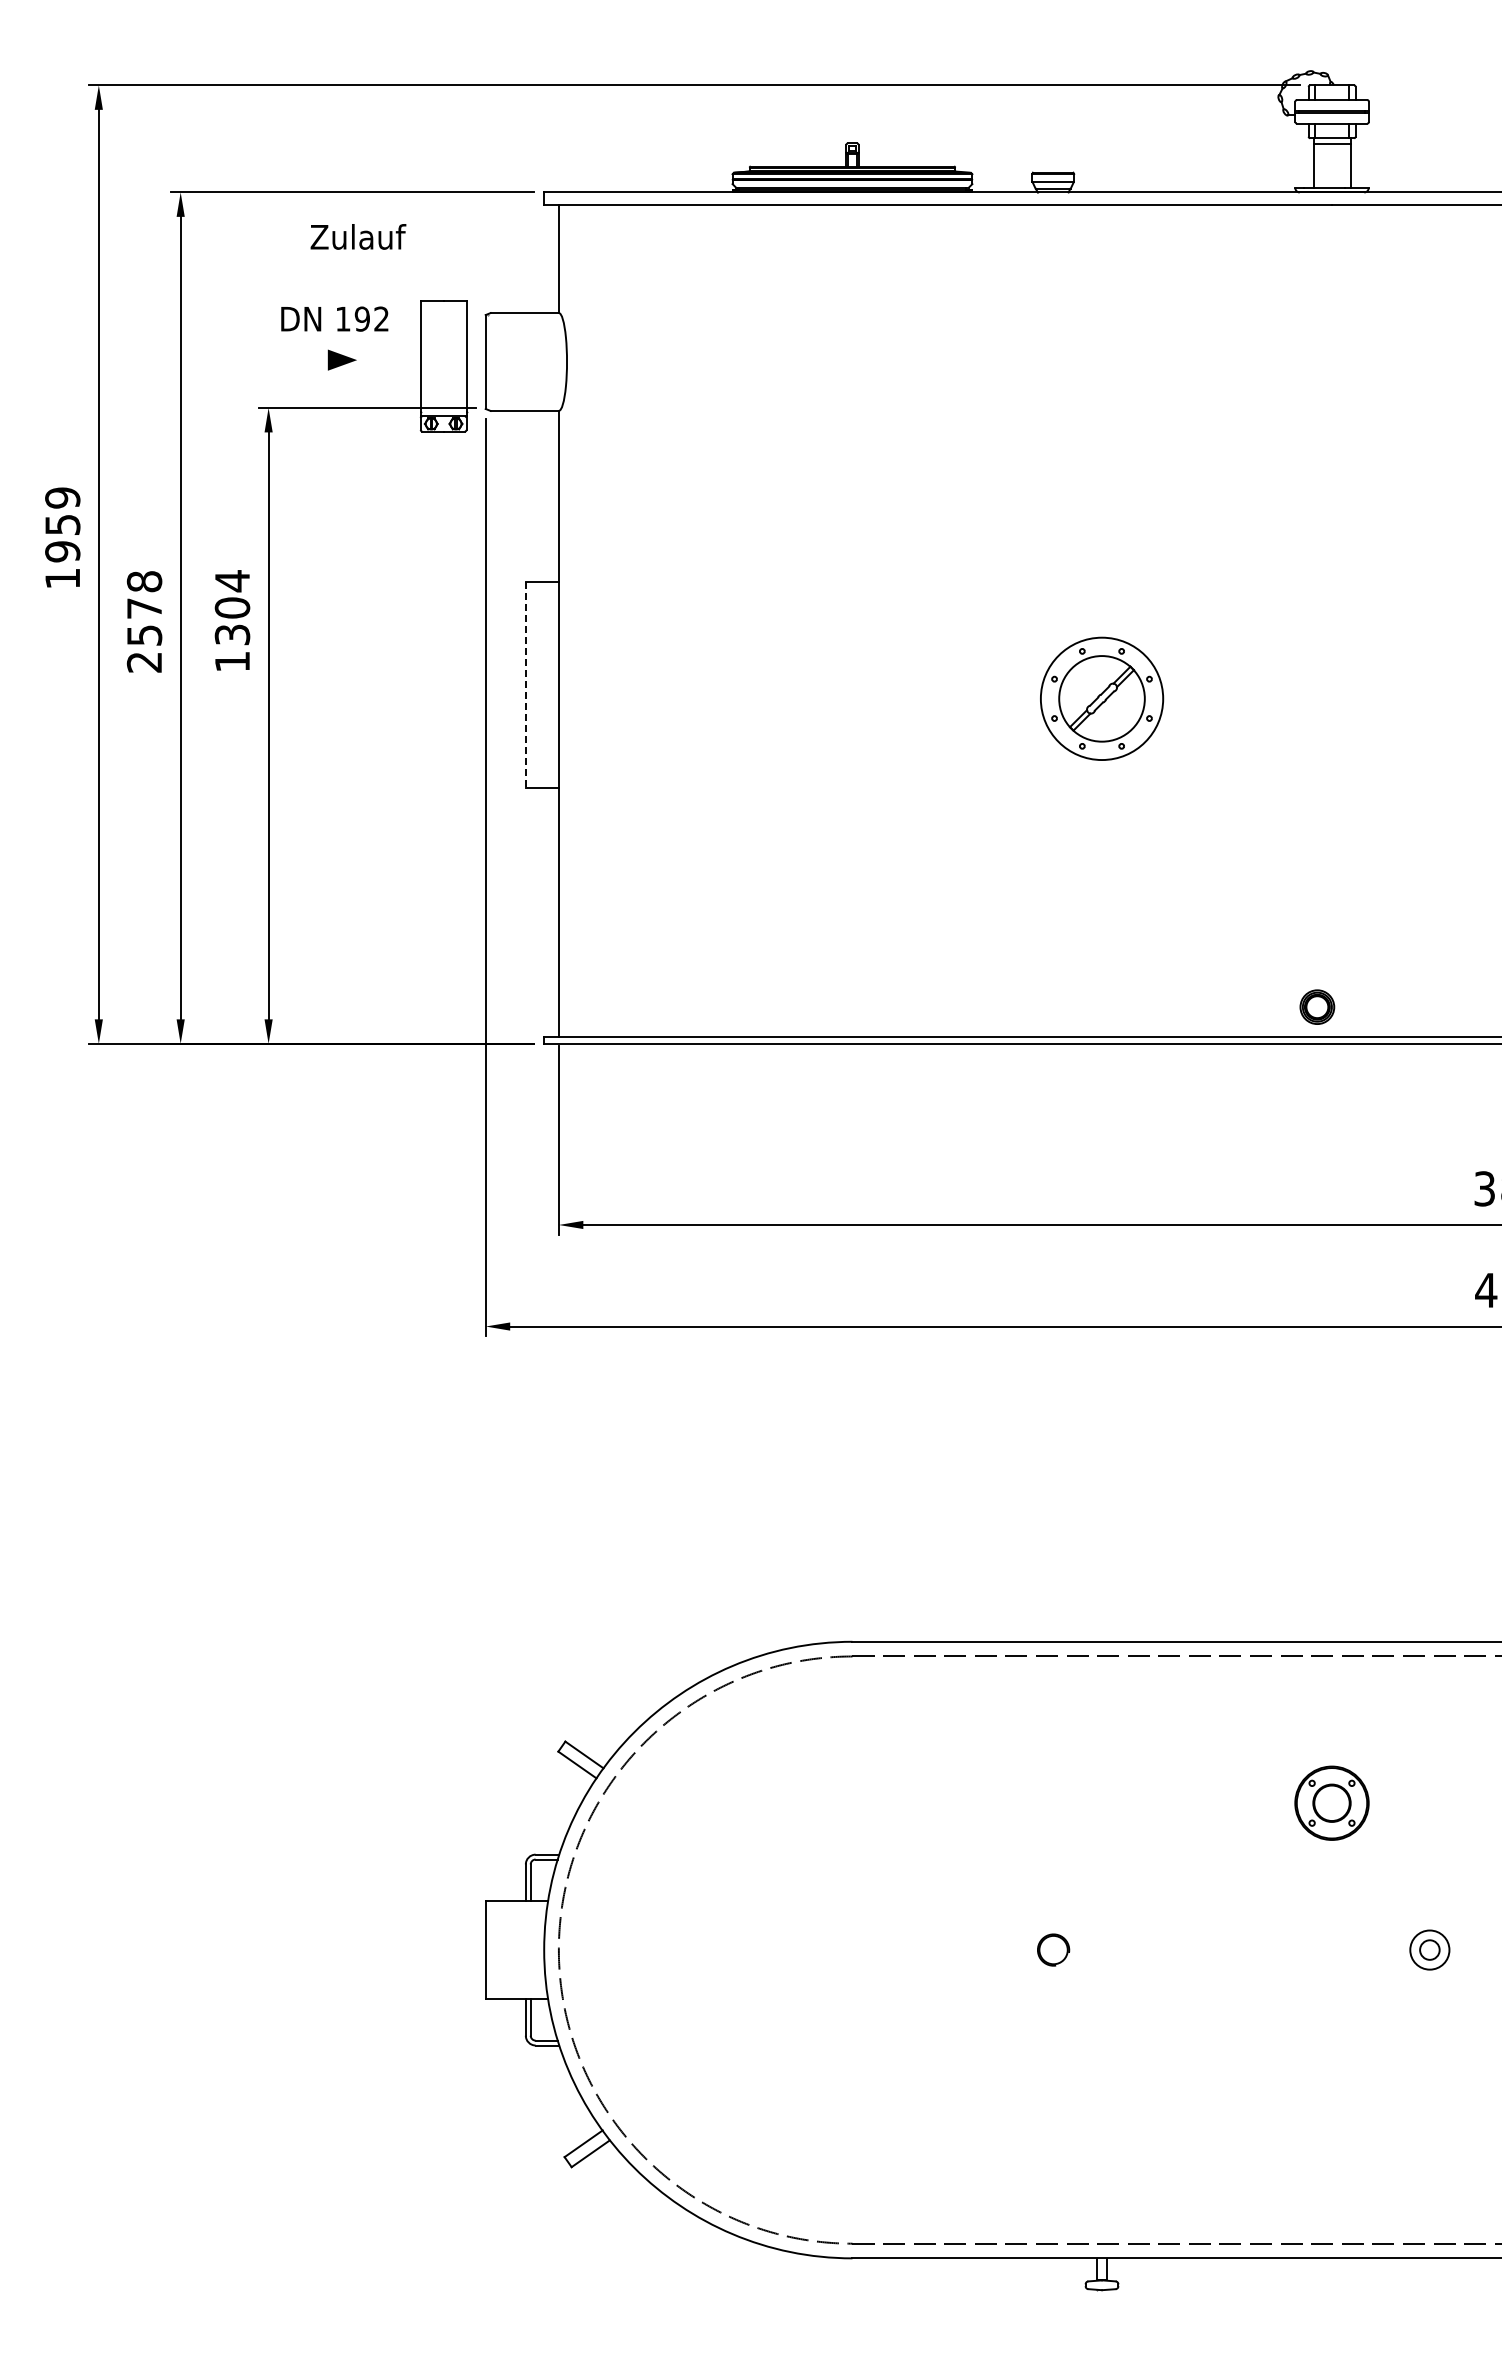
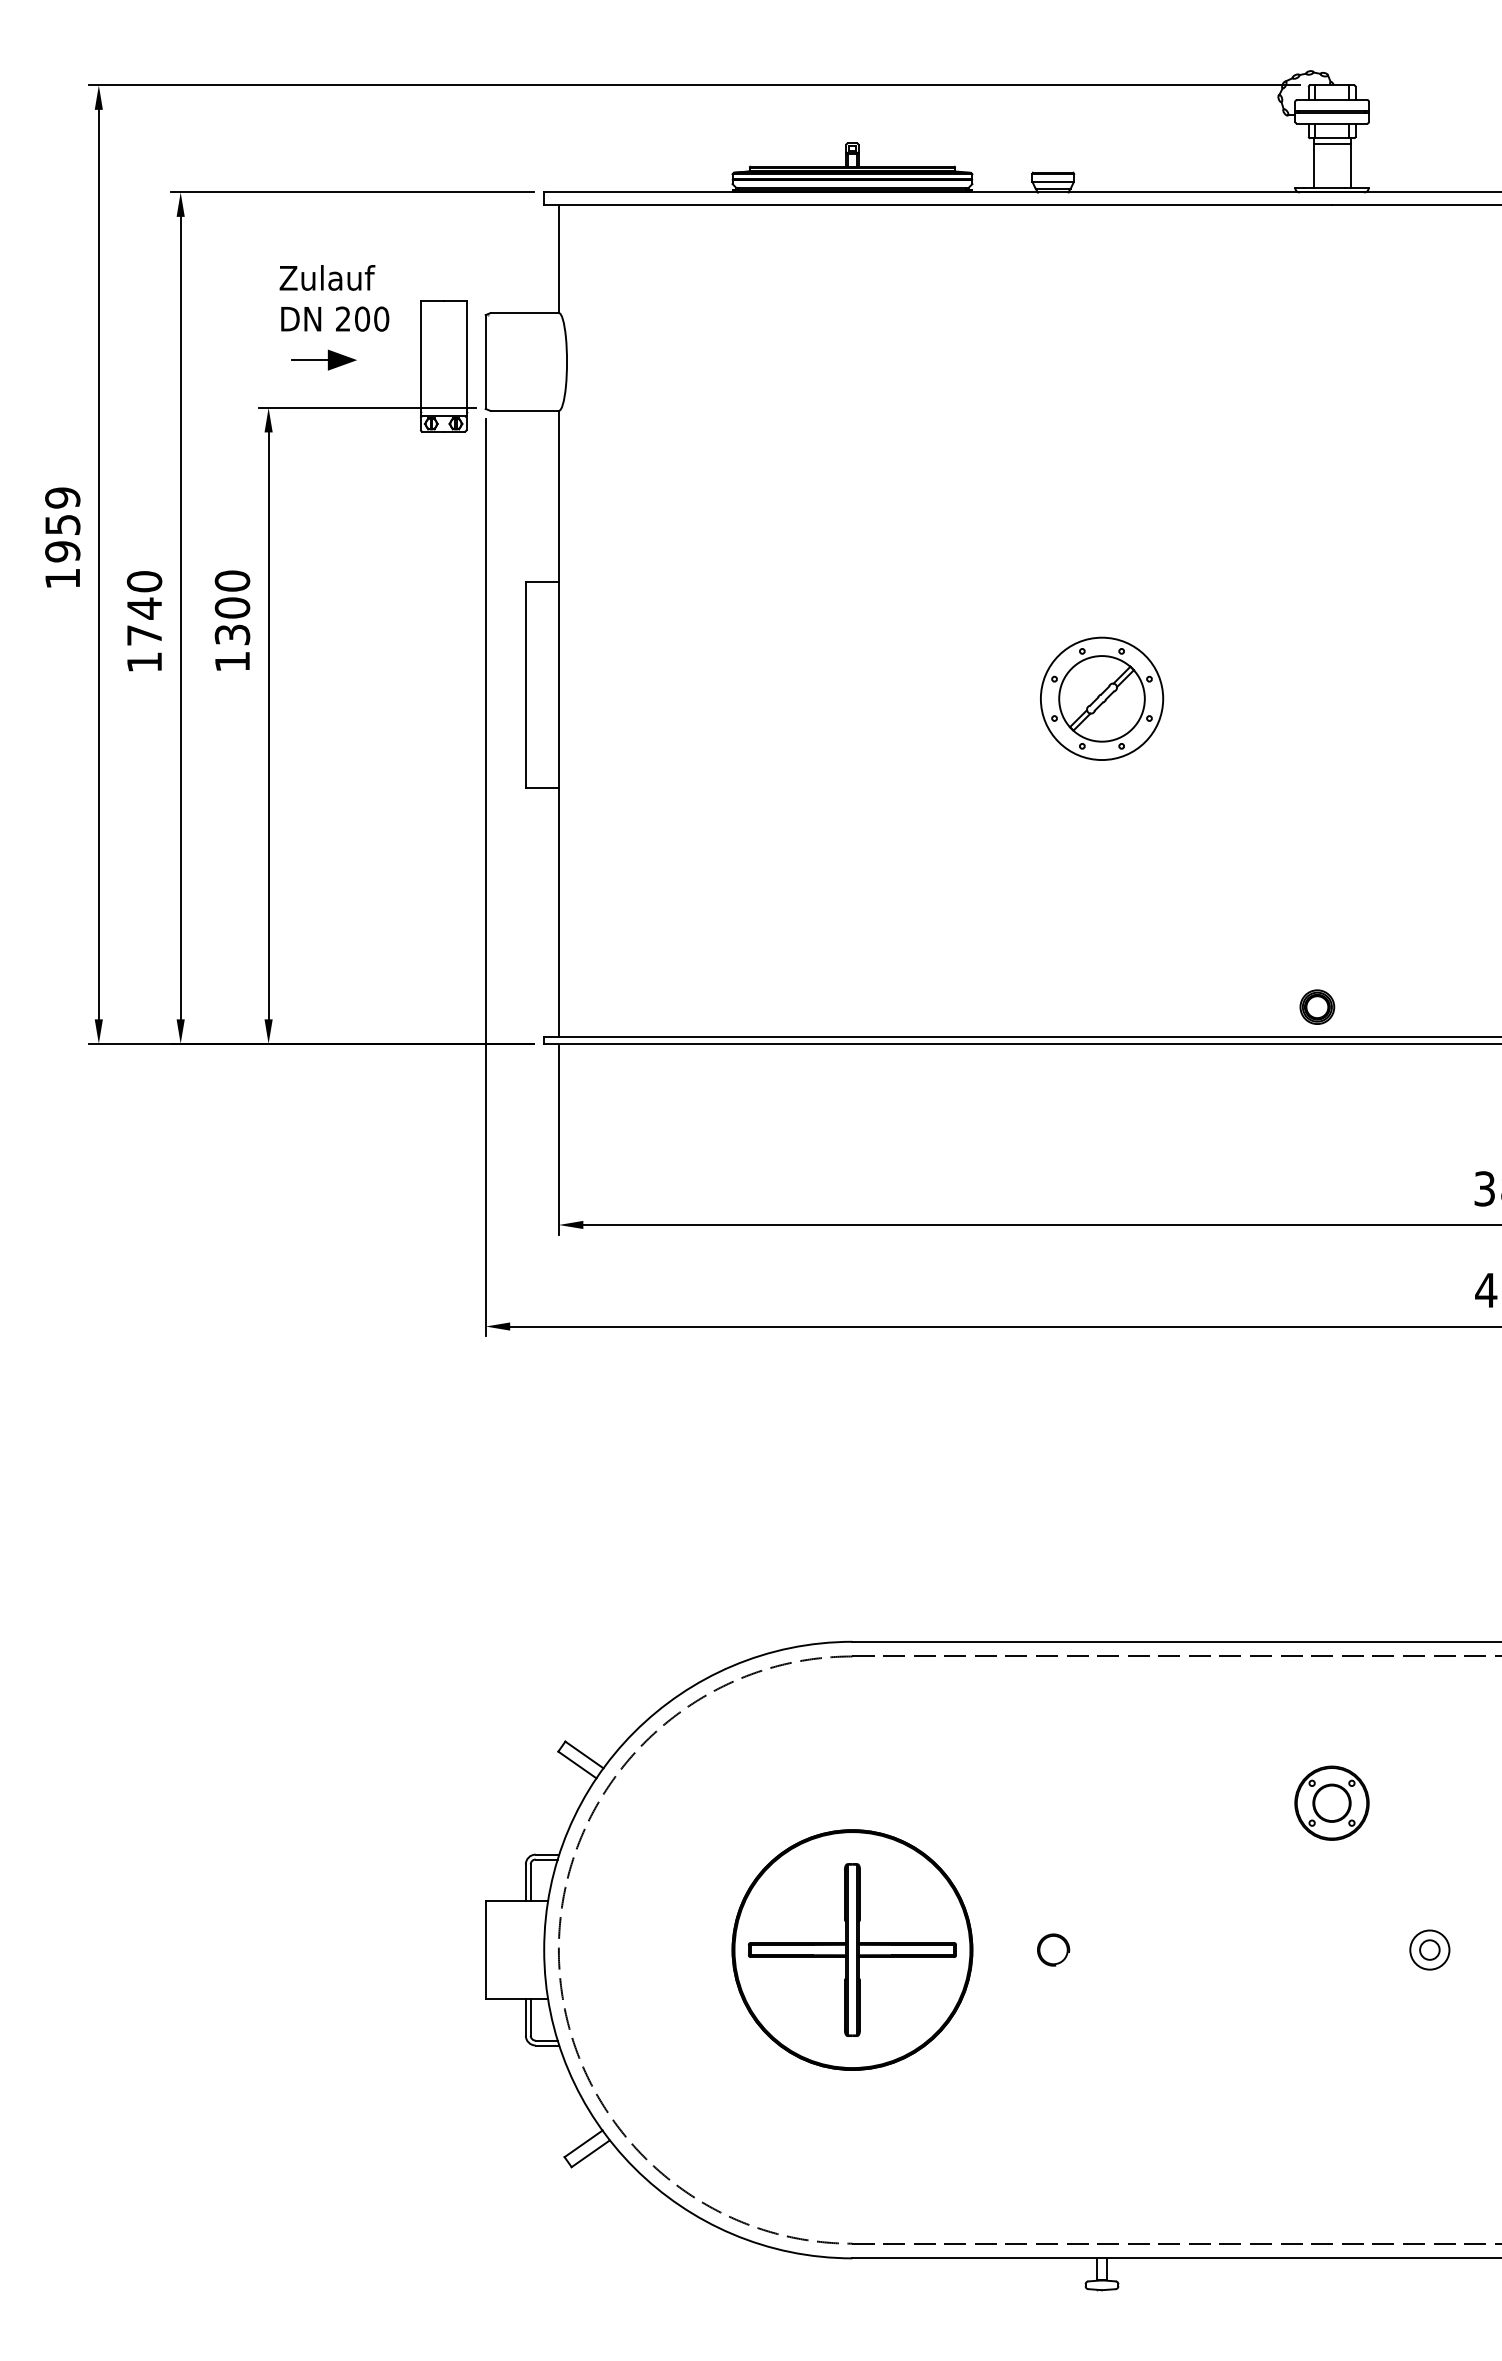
text at (358, 236) position: (358, 236) -> (327, 277)
text at (362, 318): 192 -> 200
line at (309, 360): none -> present
text at (232, 581): 1304 -> 1300
text at (144, 621): 2578 -> 1740
line at (526, 684): dashed -> solid
part at (852, 1949): none -> present
